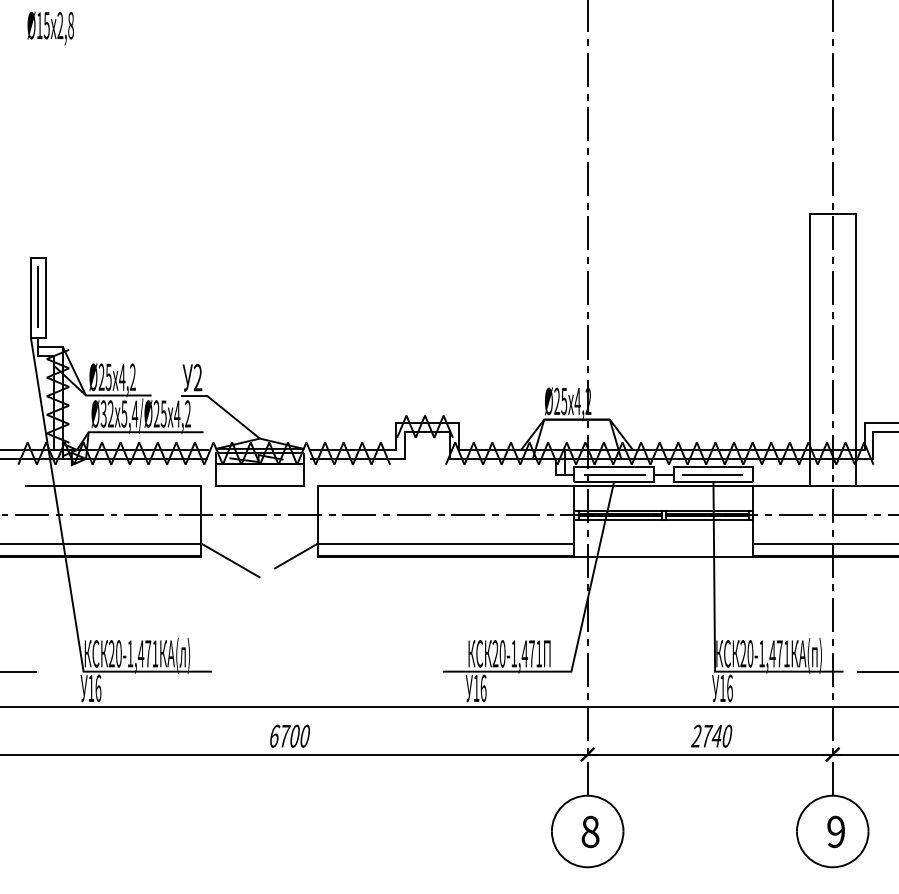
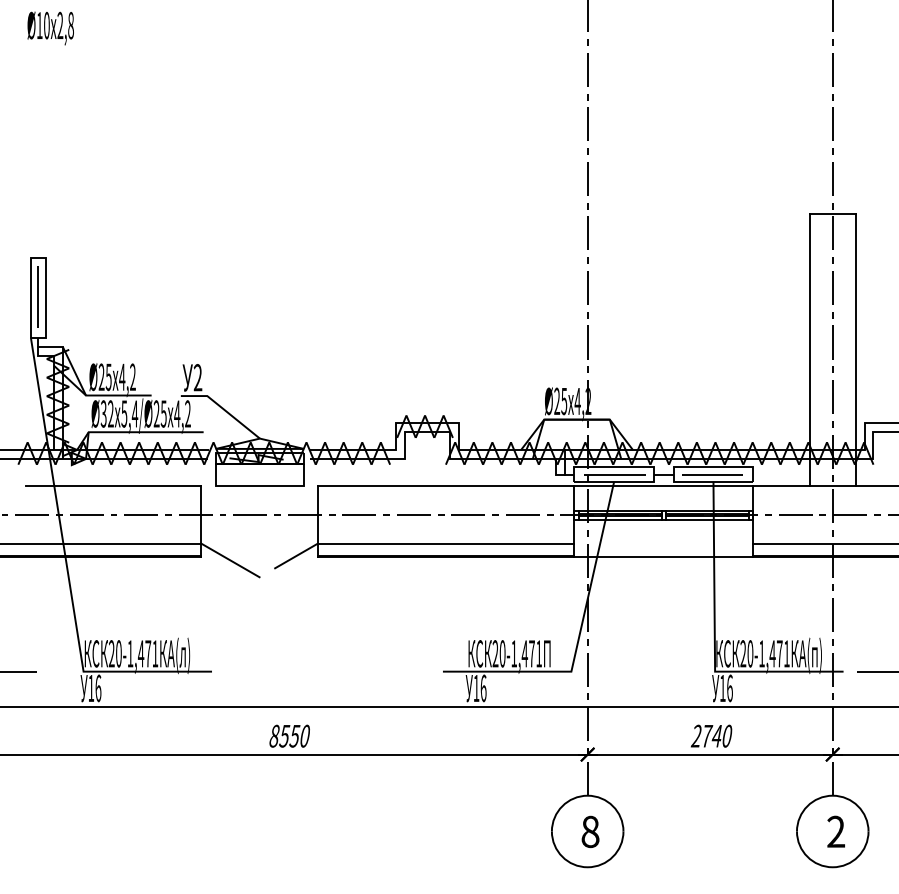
text at (46, 25): Ø15 -> Ø10
text at (284, 735): 6700 -> 8550
text at (836, 832): 9 -> 2
